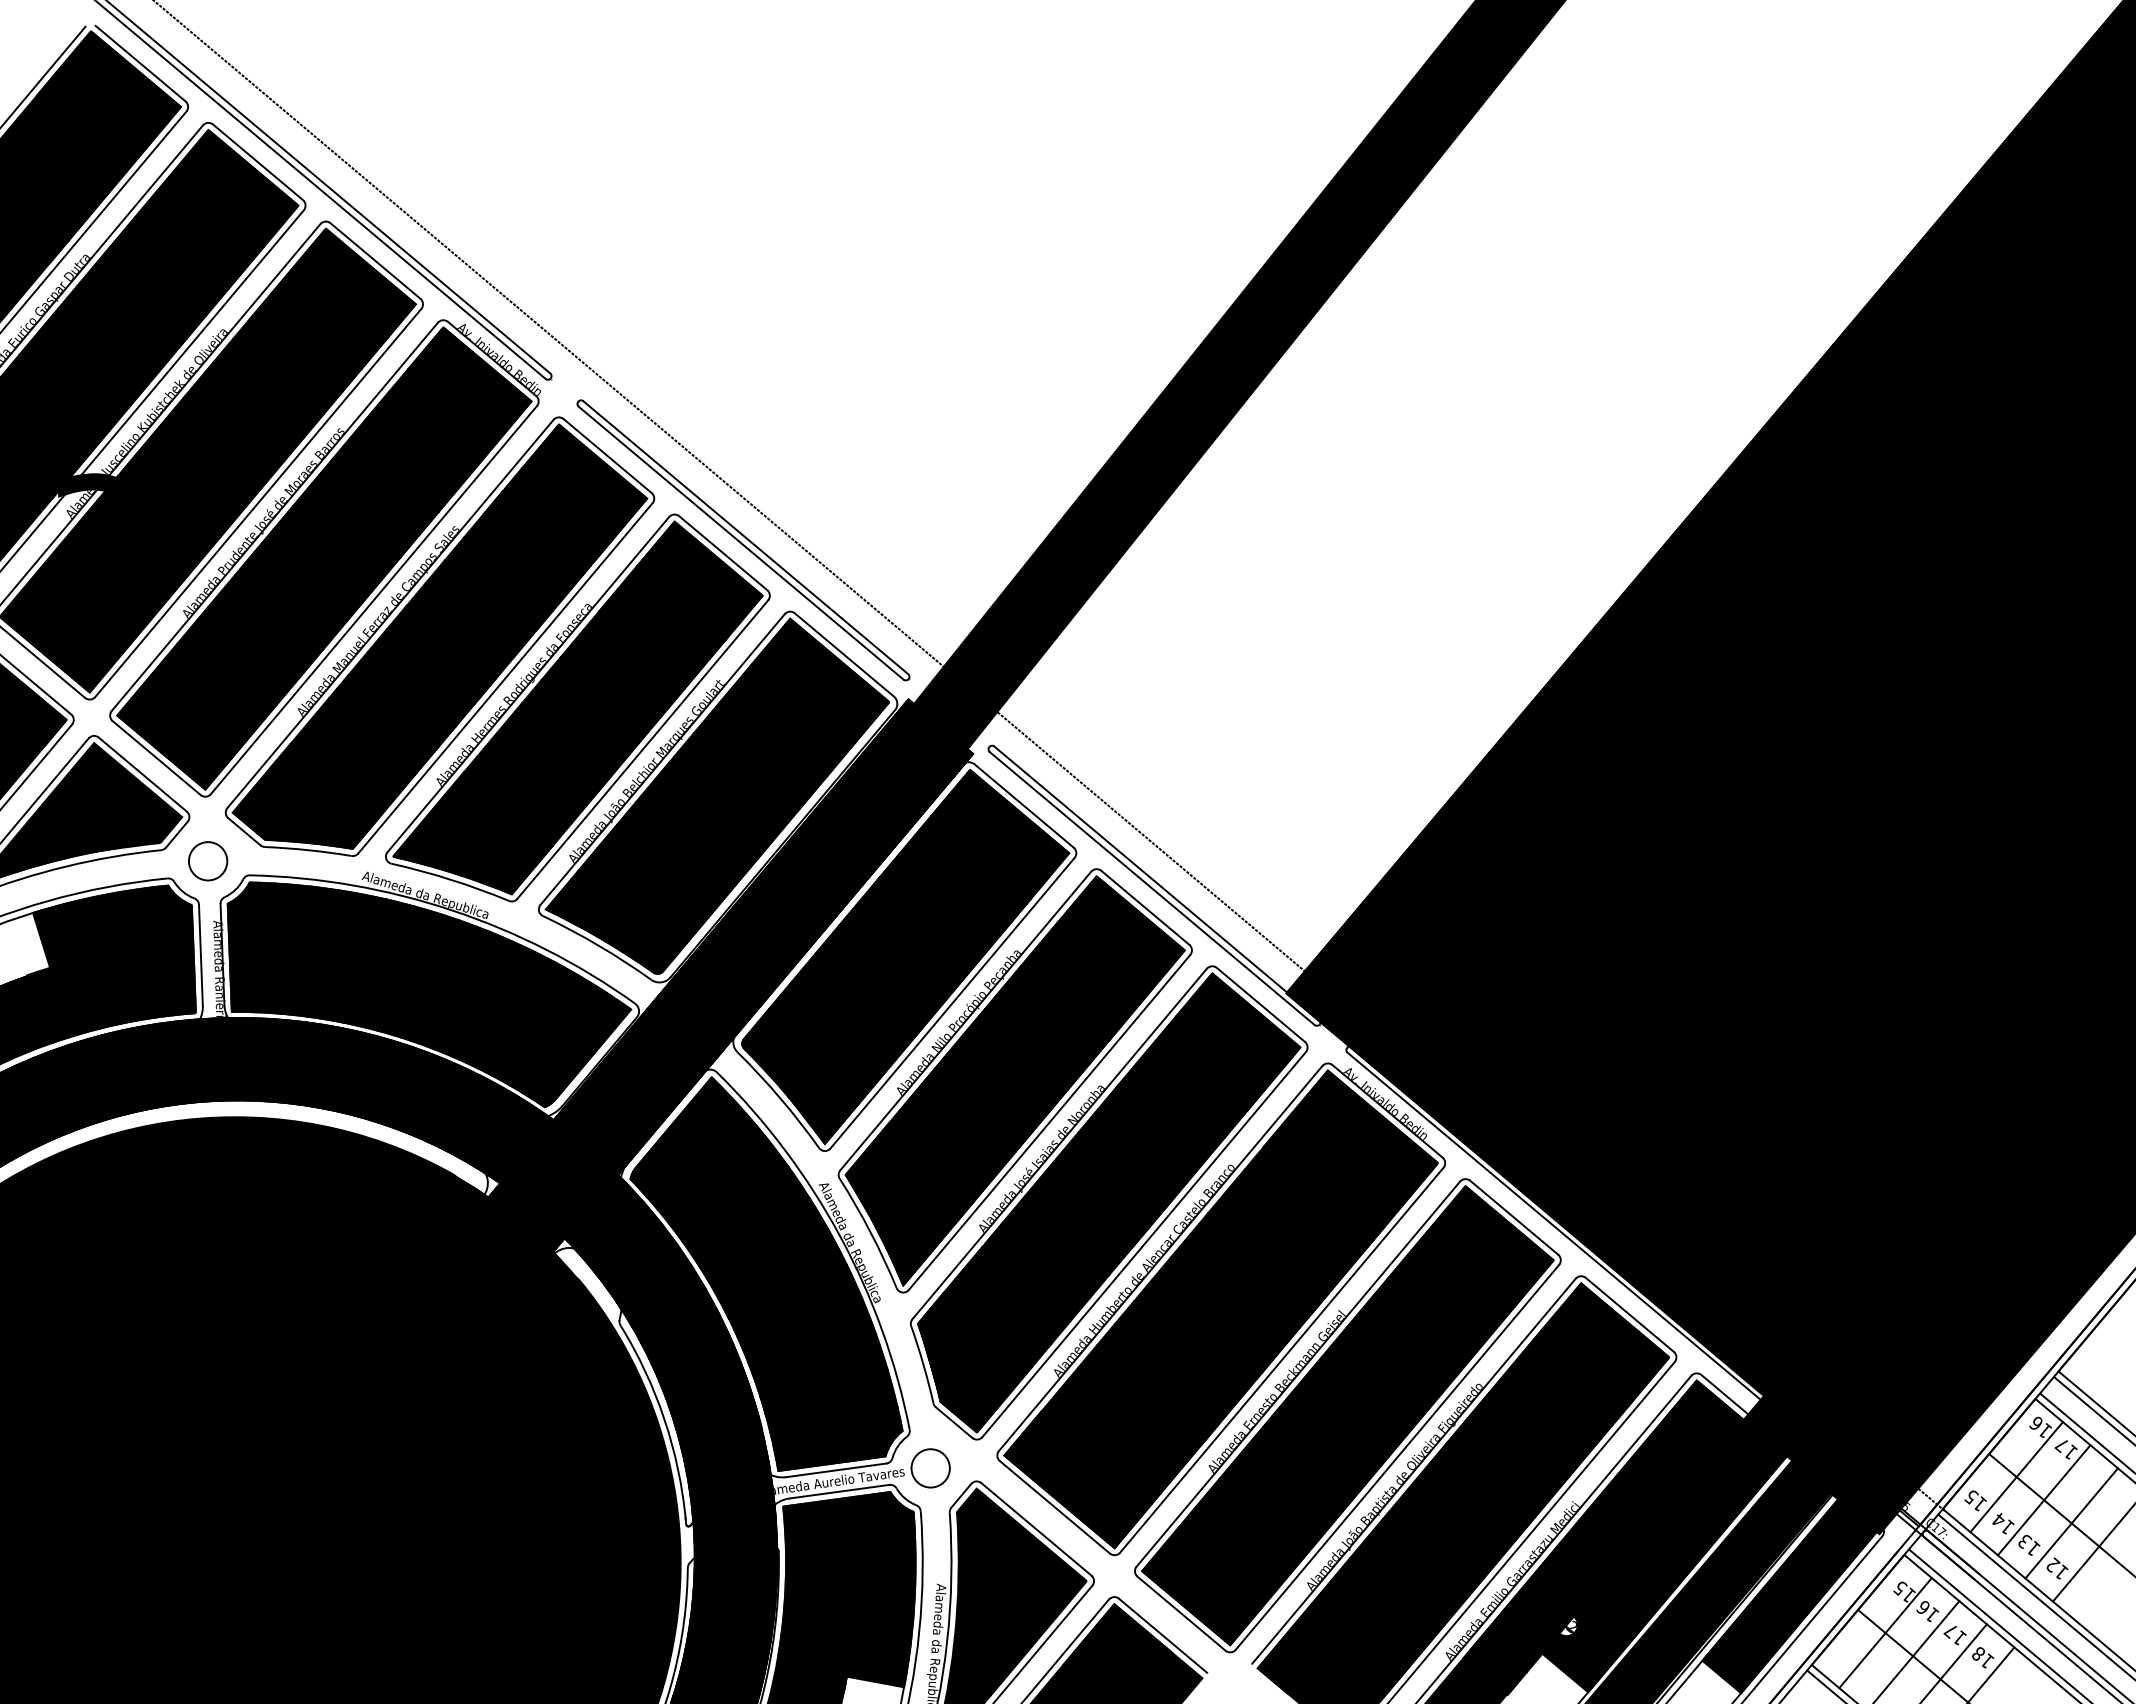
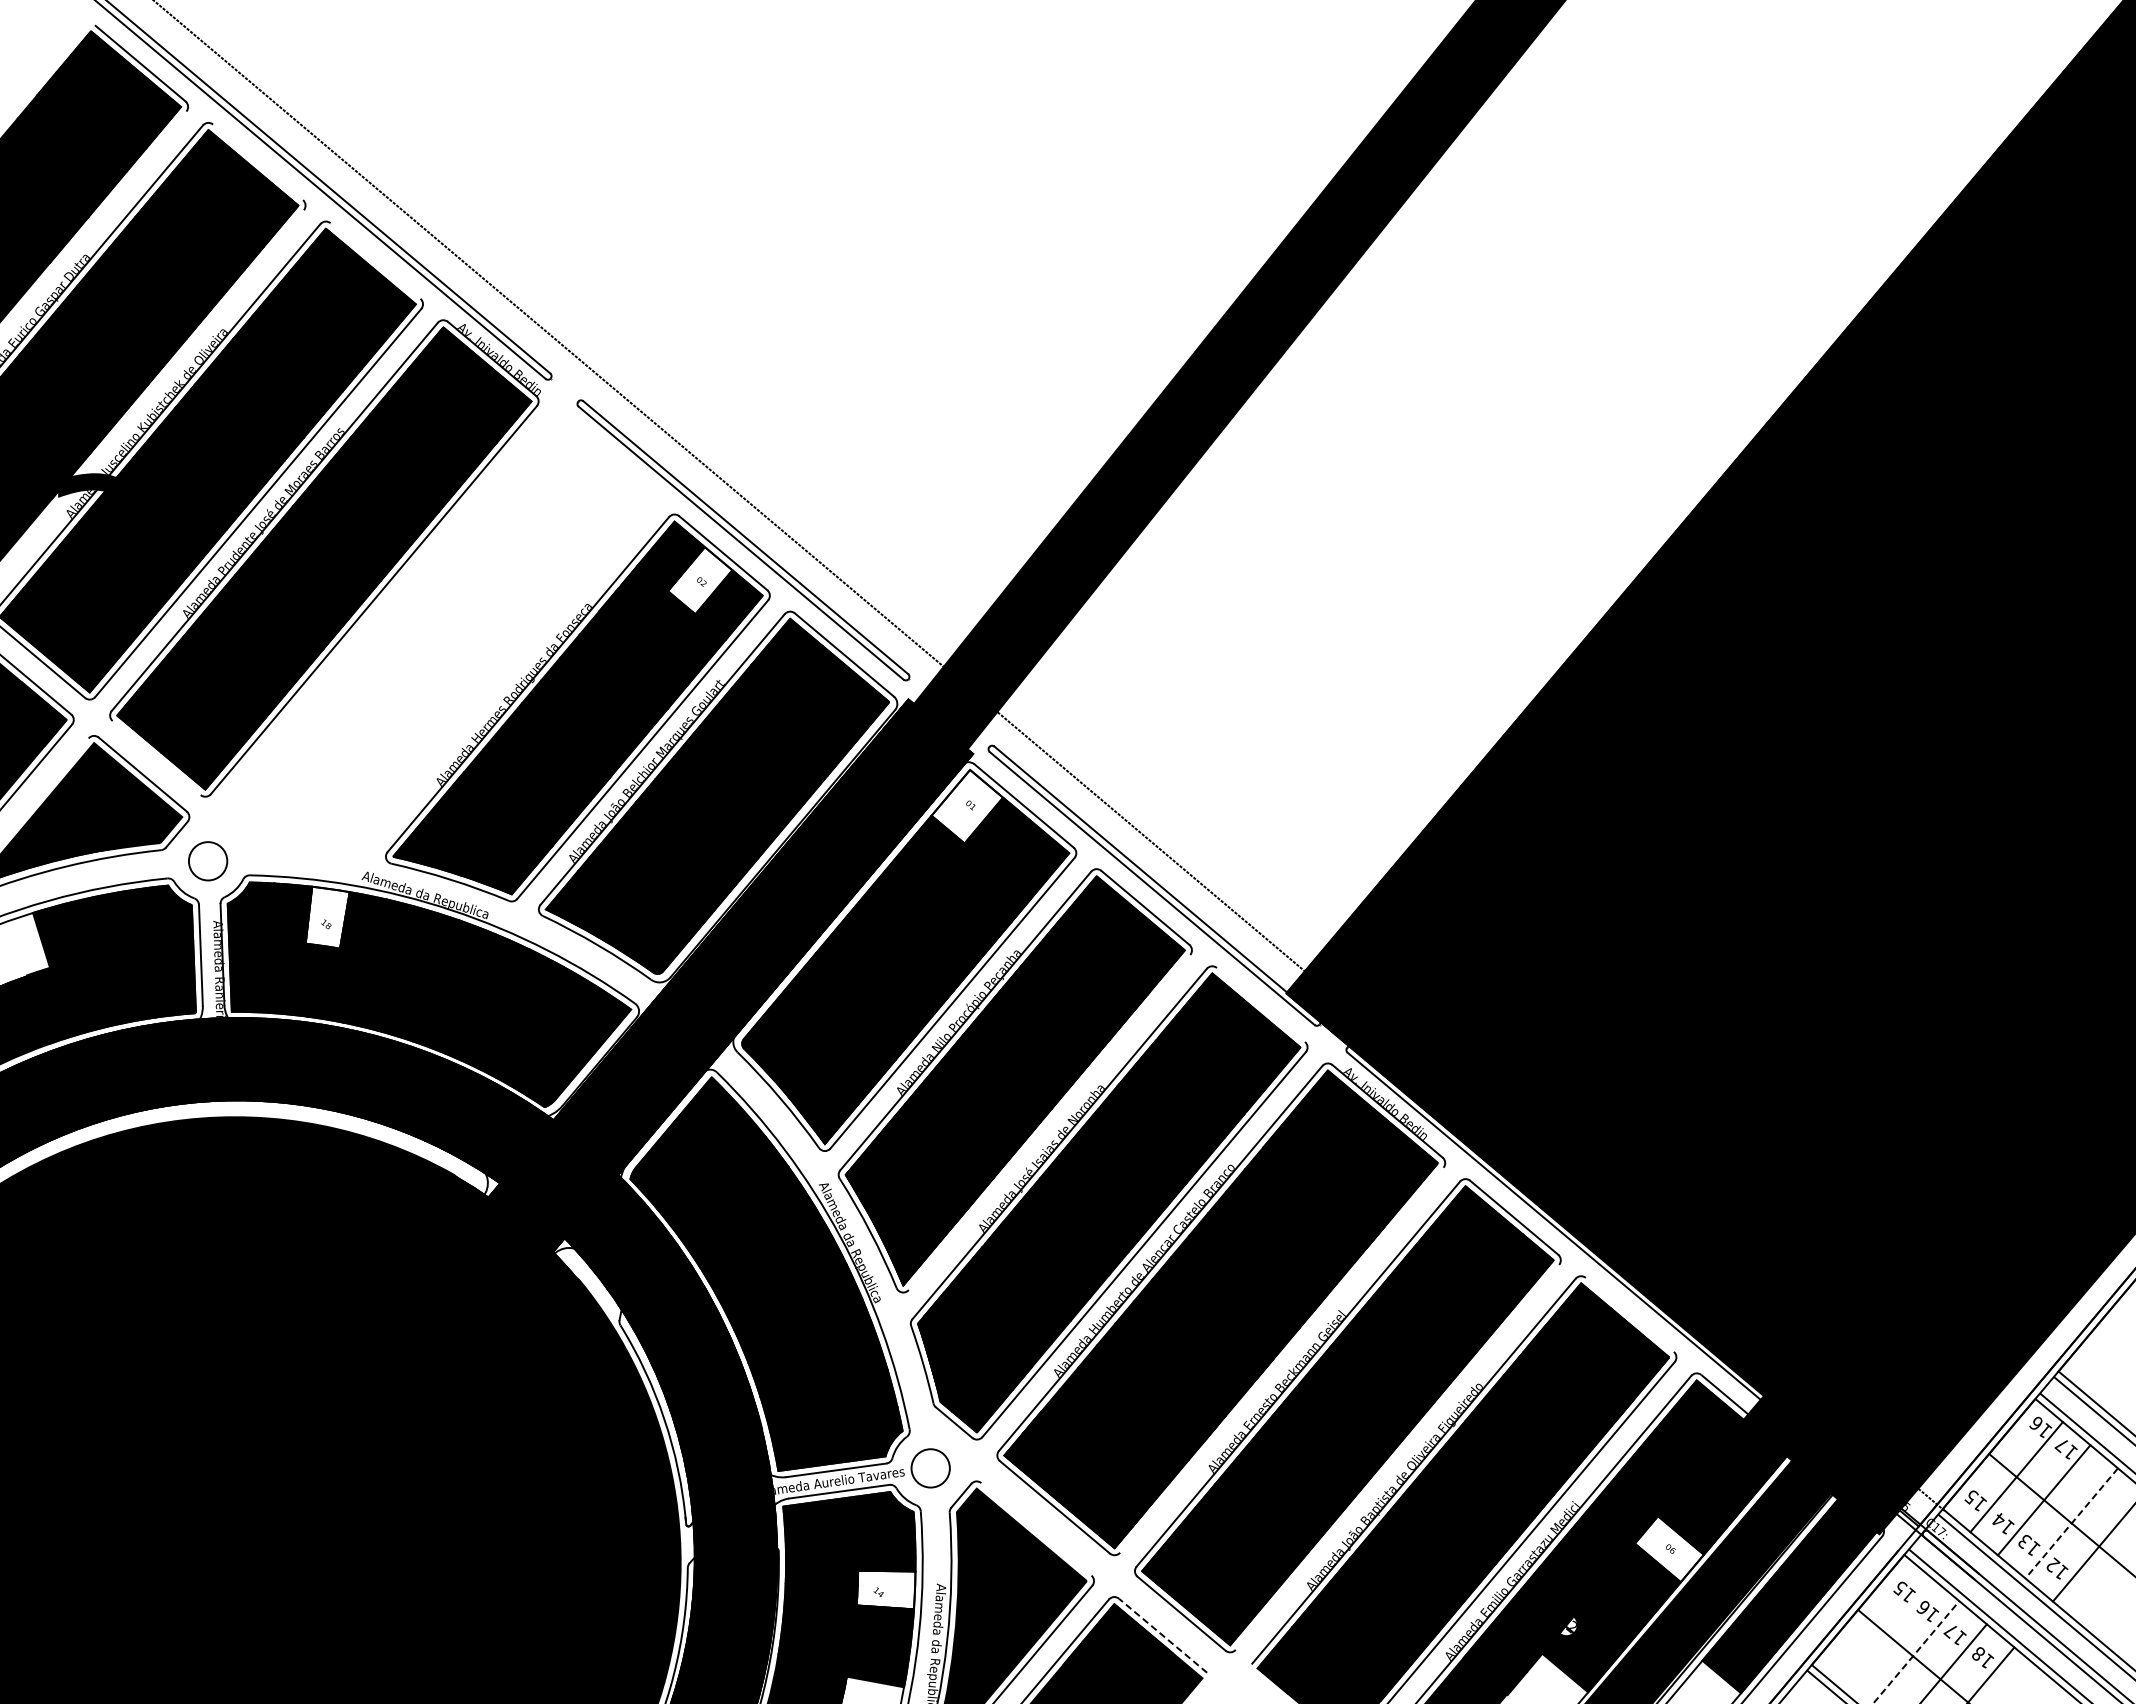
line at (43, 75): present -> none
line at (258, 162): present -> none
line at (94, 220): present -> none
line at (375, 260): present -> none
line at (152, 389): present -> none
fill at (699, 580): present -> none
part at (439, 636): present -> none
line at (156, 758): present -> none
line at (45, 789): present -> none
fill at (967, 806): present -> none
fill at (327, 917): present -> none
line at (1260, 1004): present -> none
line at (1049, 1122): present -> none
line at (1629, 1314): present -> none
line at (1281, 1359): present -> none
line at (1397, 1456): present -> none
line at (2071, 1523): solid -> dashed
line at (1036, 1529): present -> none
fill at (1668, 1549): present -> none
fill at (885, 1589): present -> none
line at (1885, 1633): present -> none
line at (1163, 1635): solid -> dashed
line at (1916, 1652): solid -> dashed
